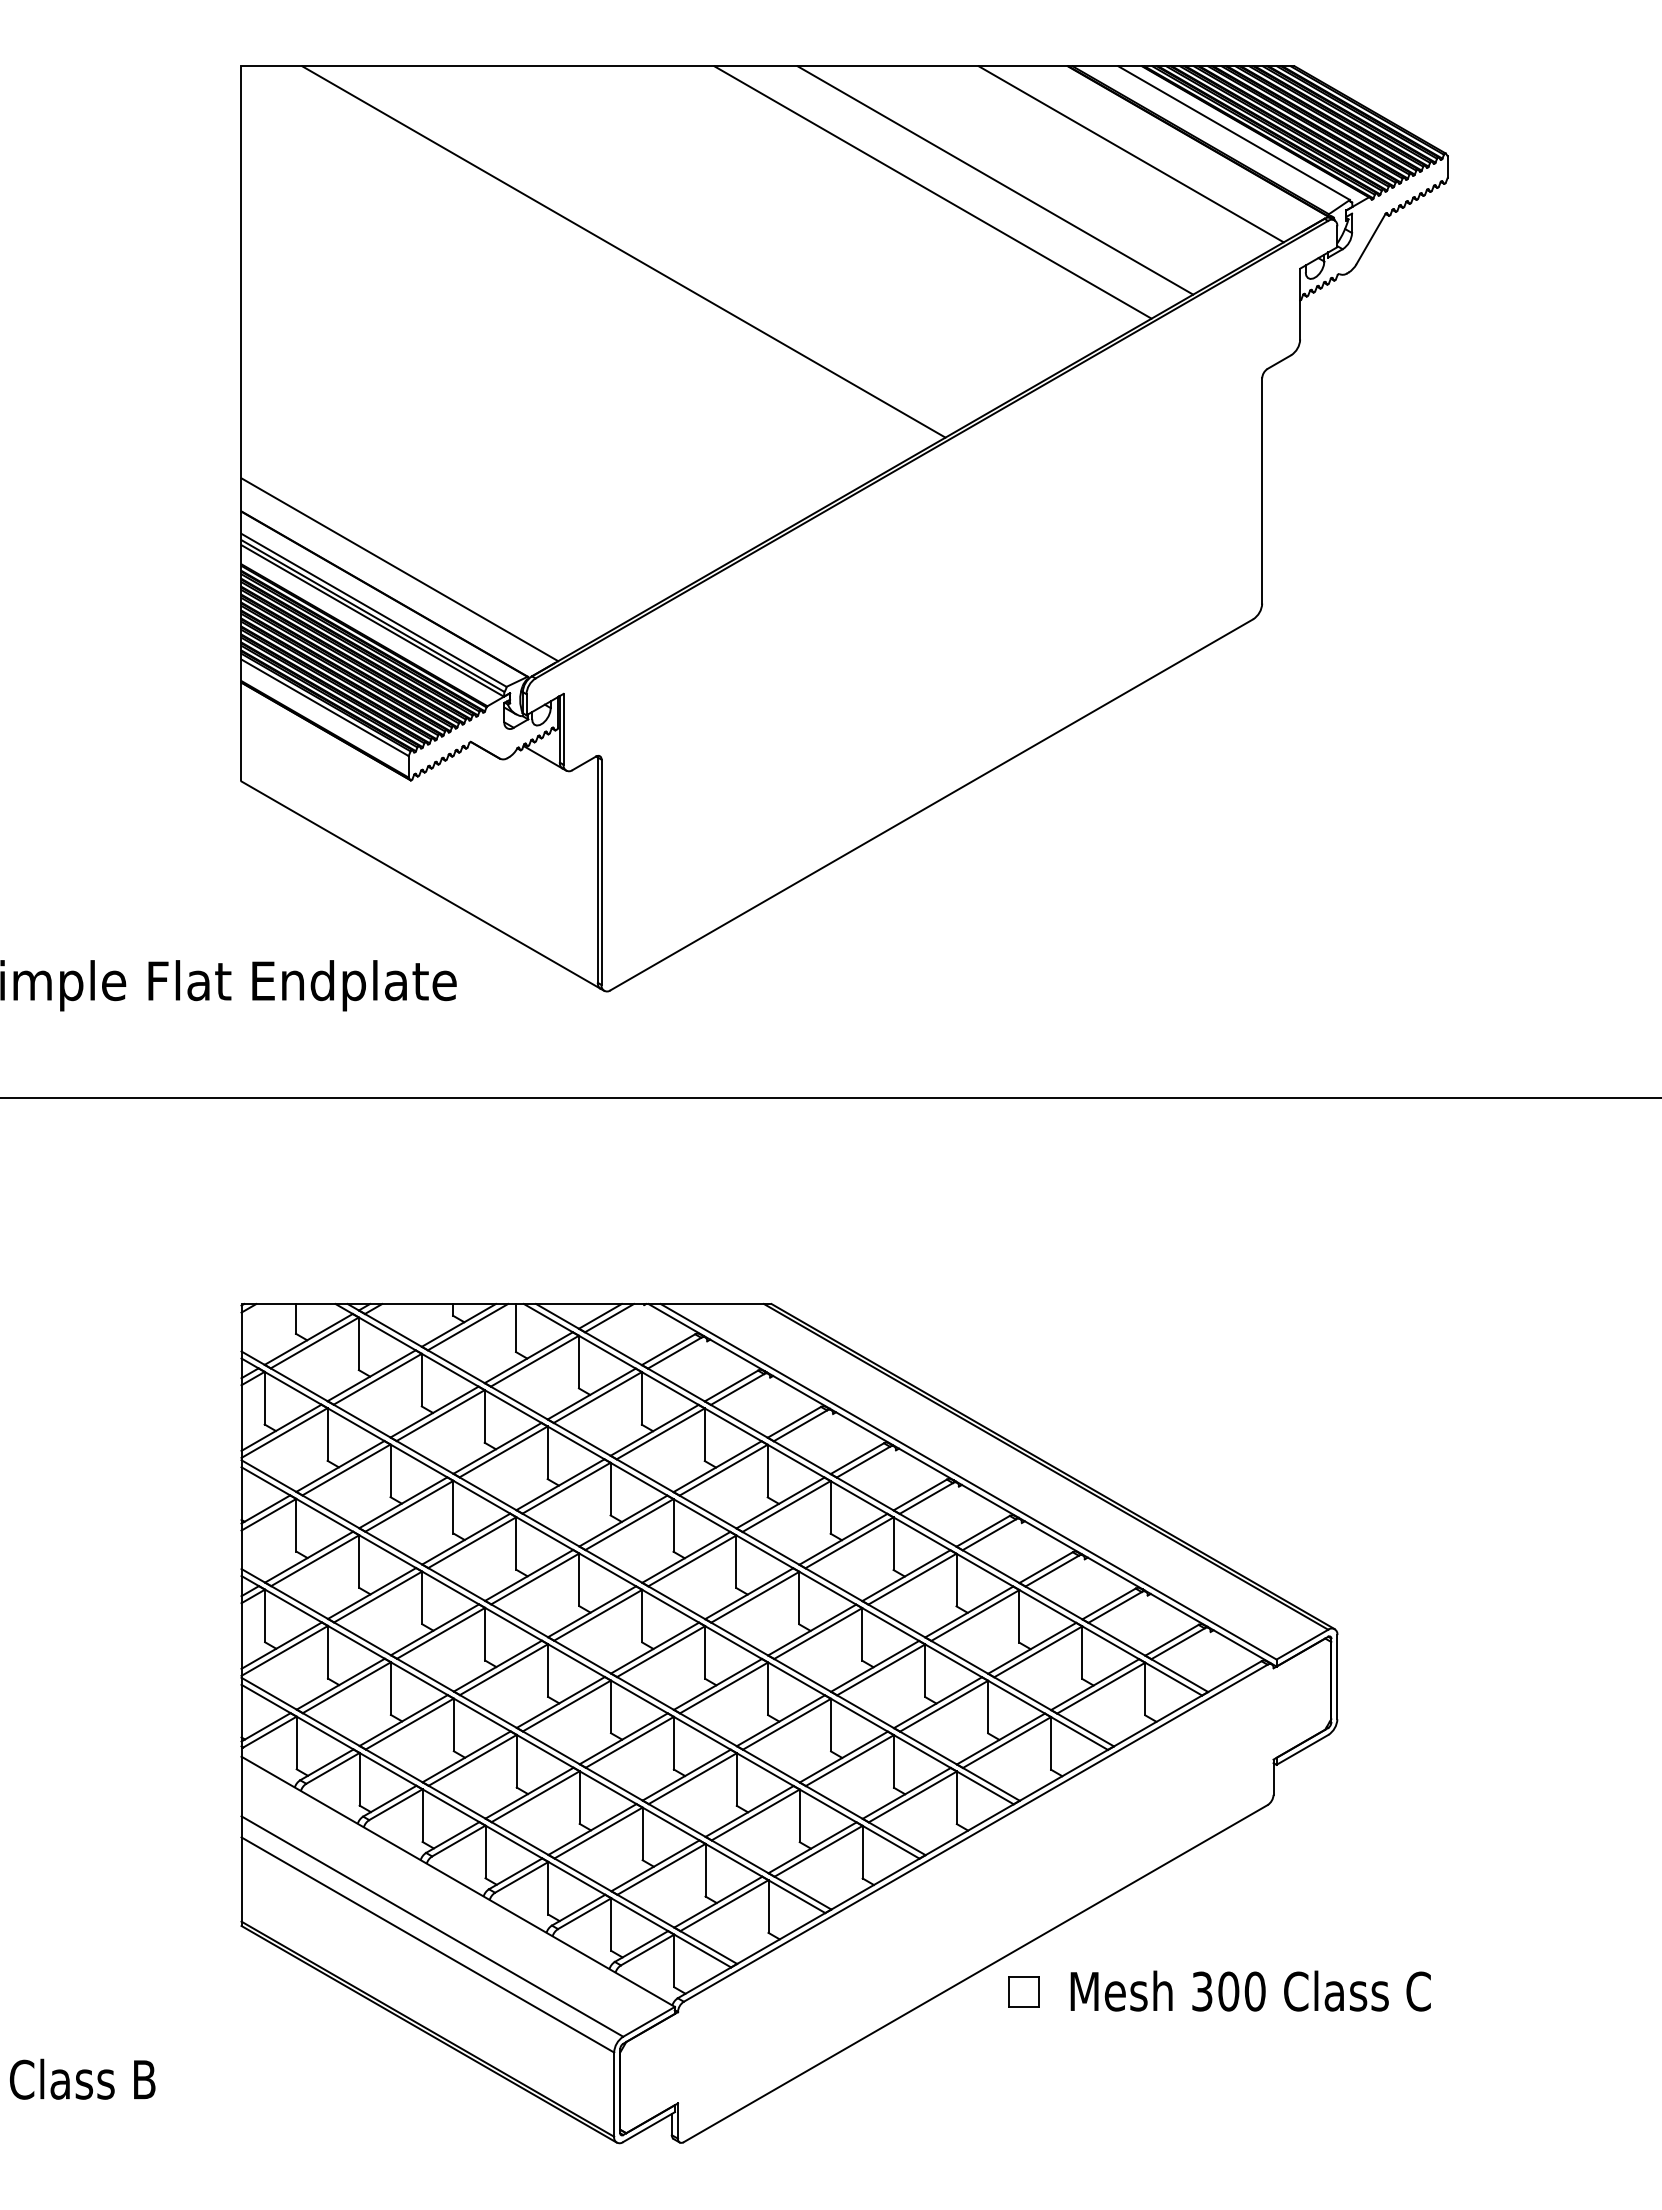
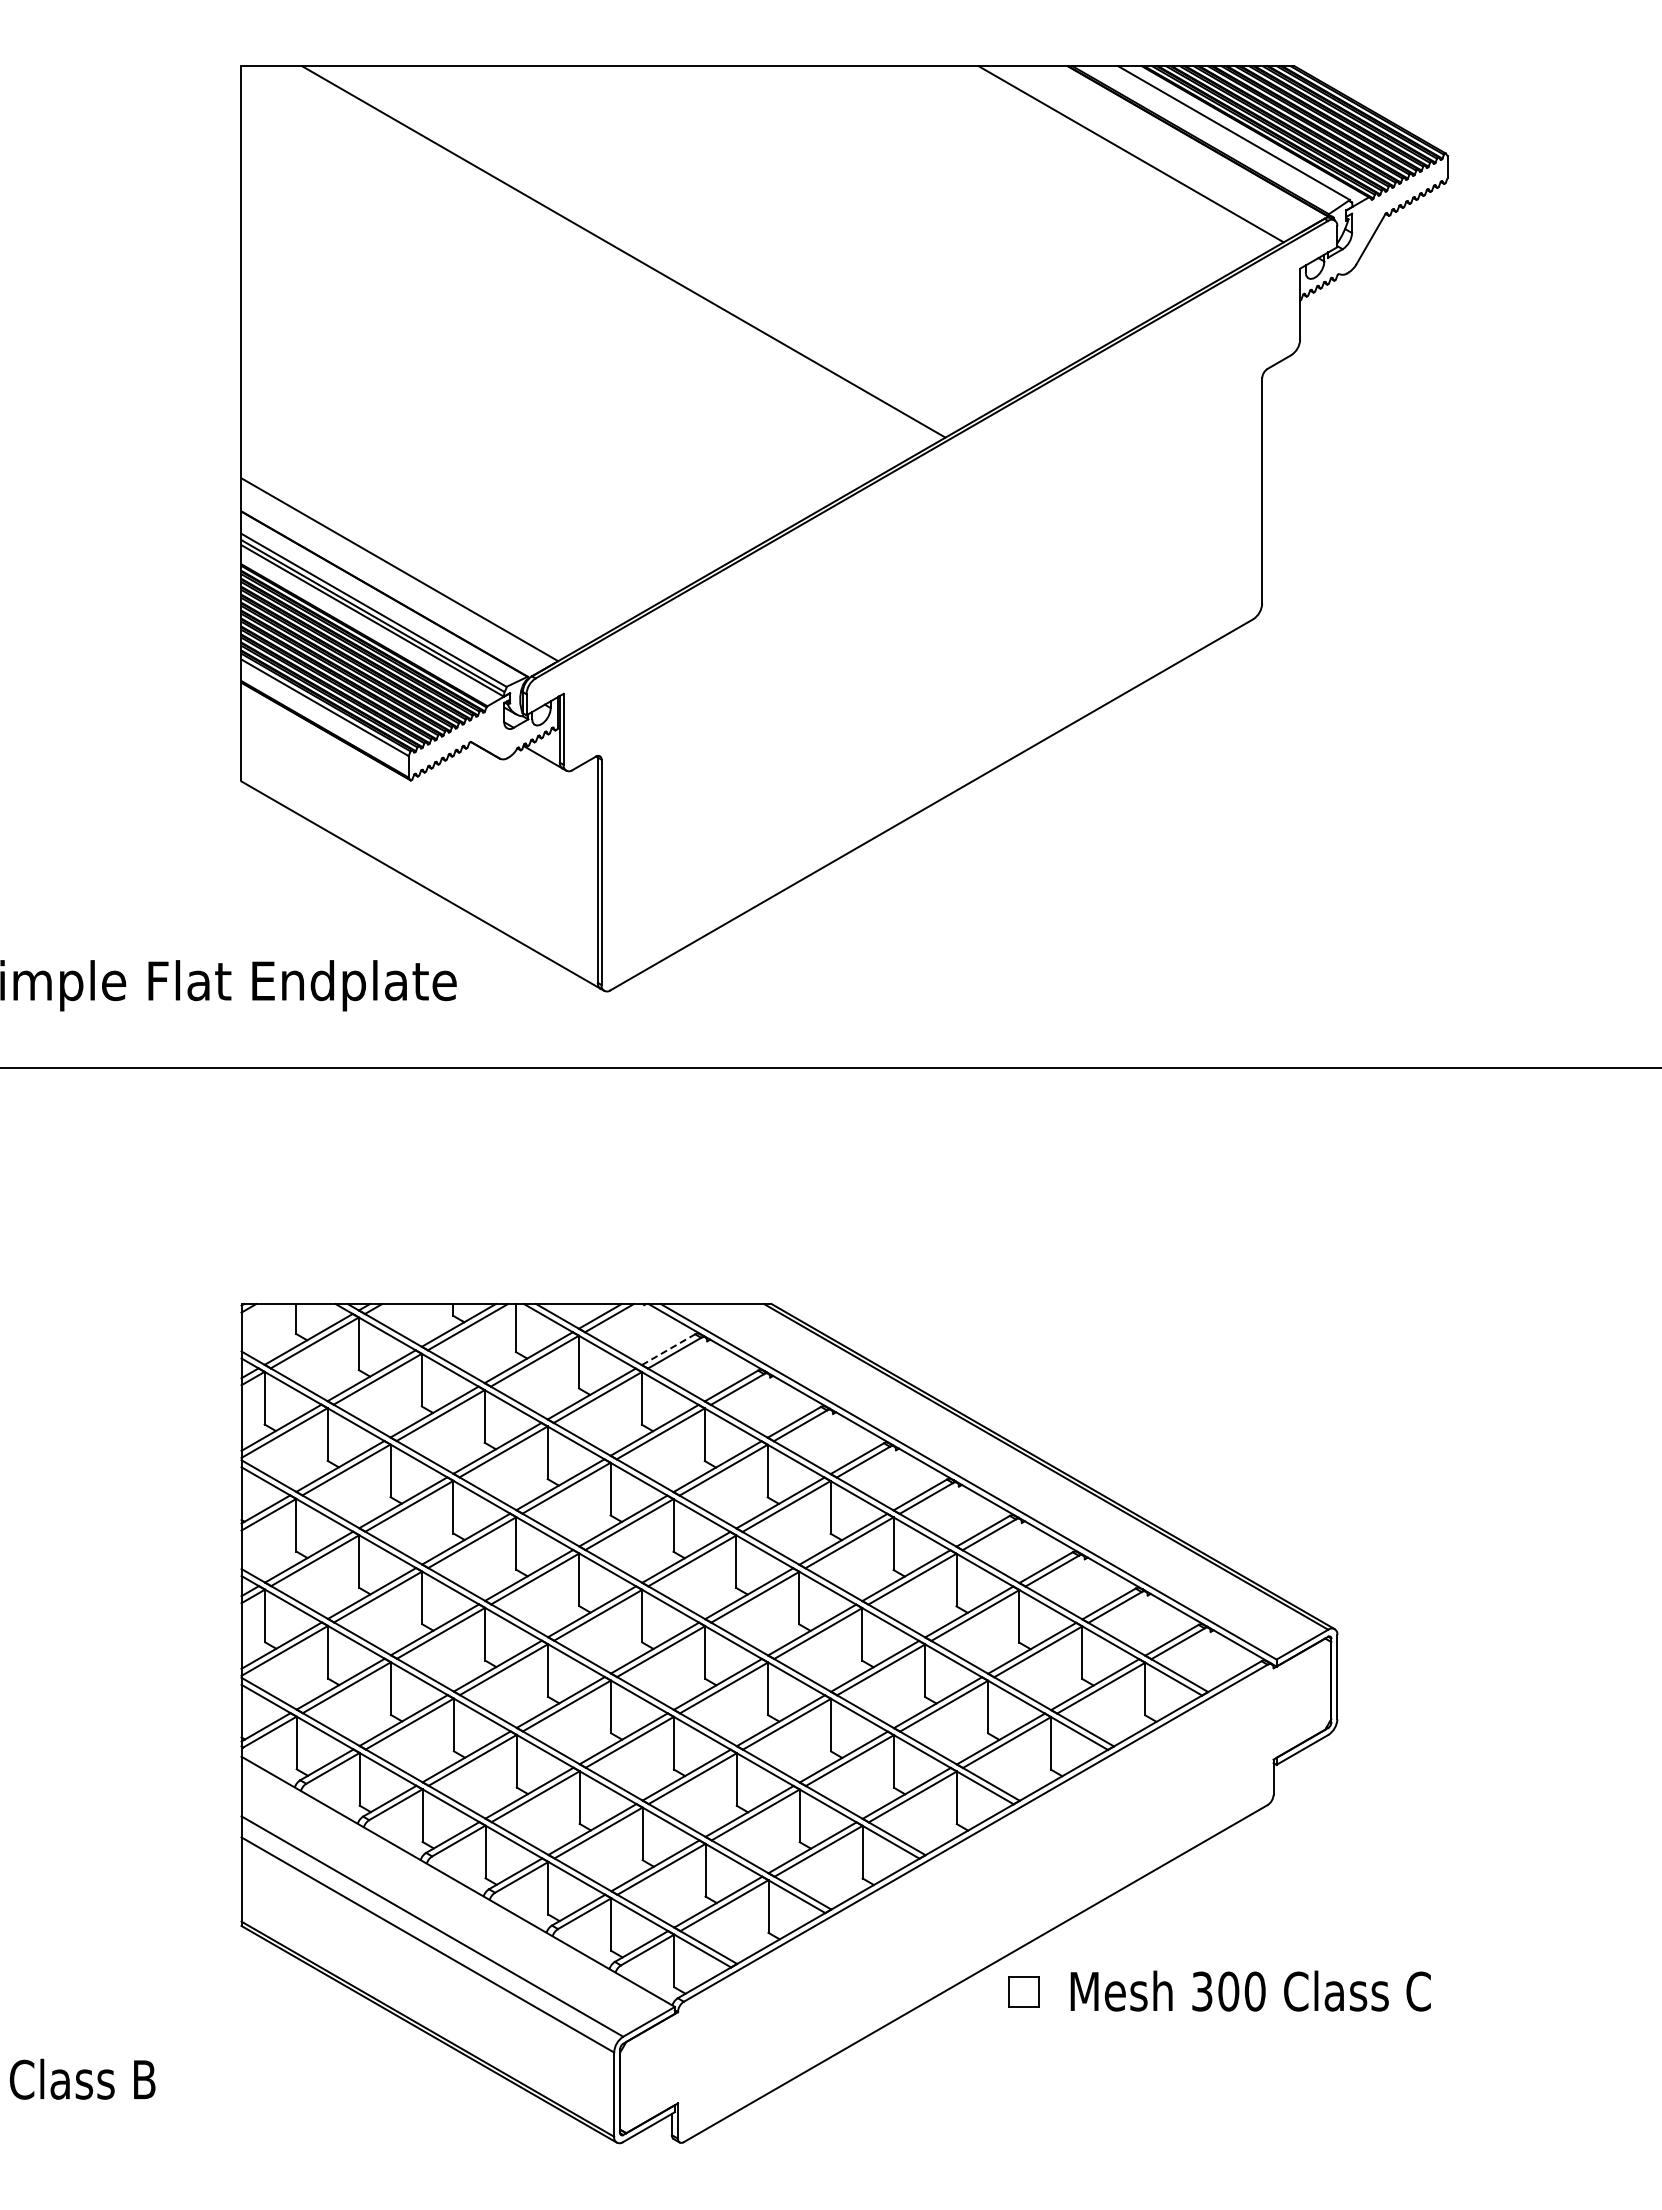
line at (995, 180): present -> none
line at (932, 192): present -> none
line at (830, 1097) position: (830, 1097) -> (830, 1067)
line at (668, 1349): solid -> dashed
